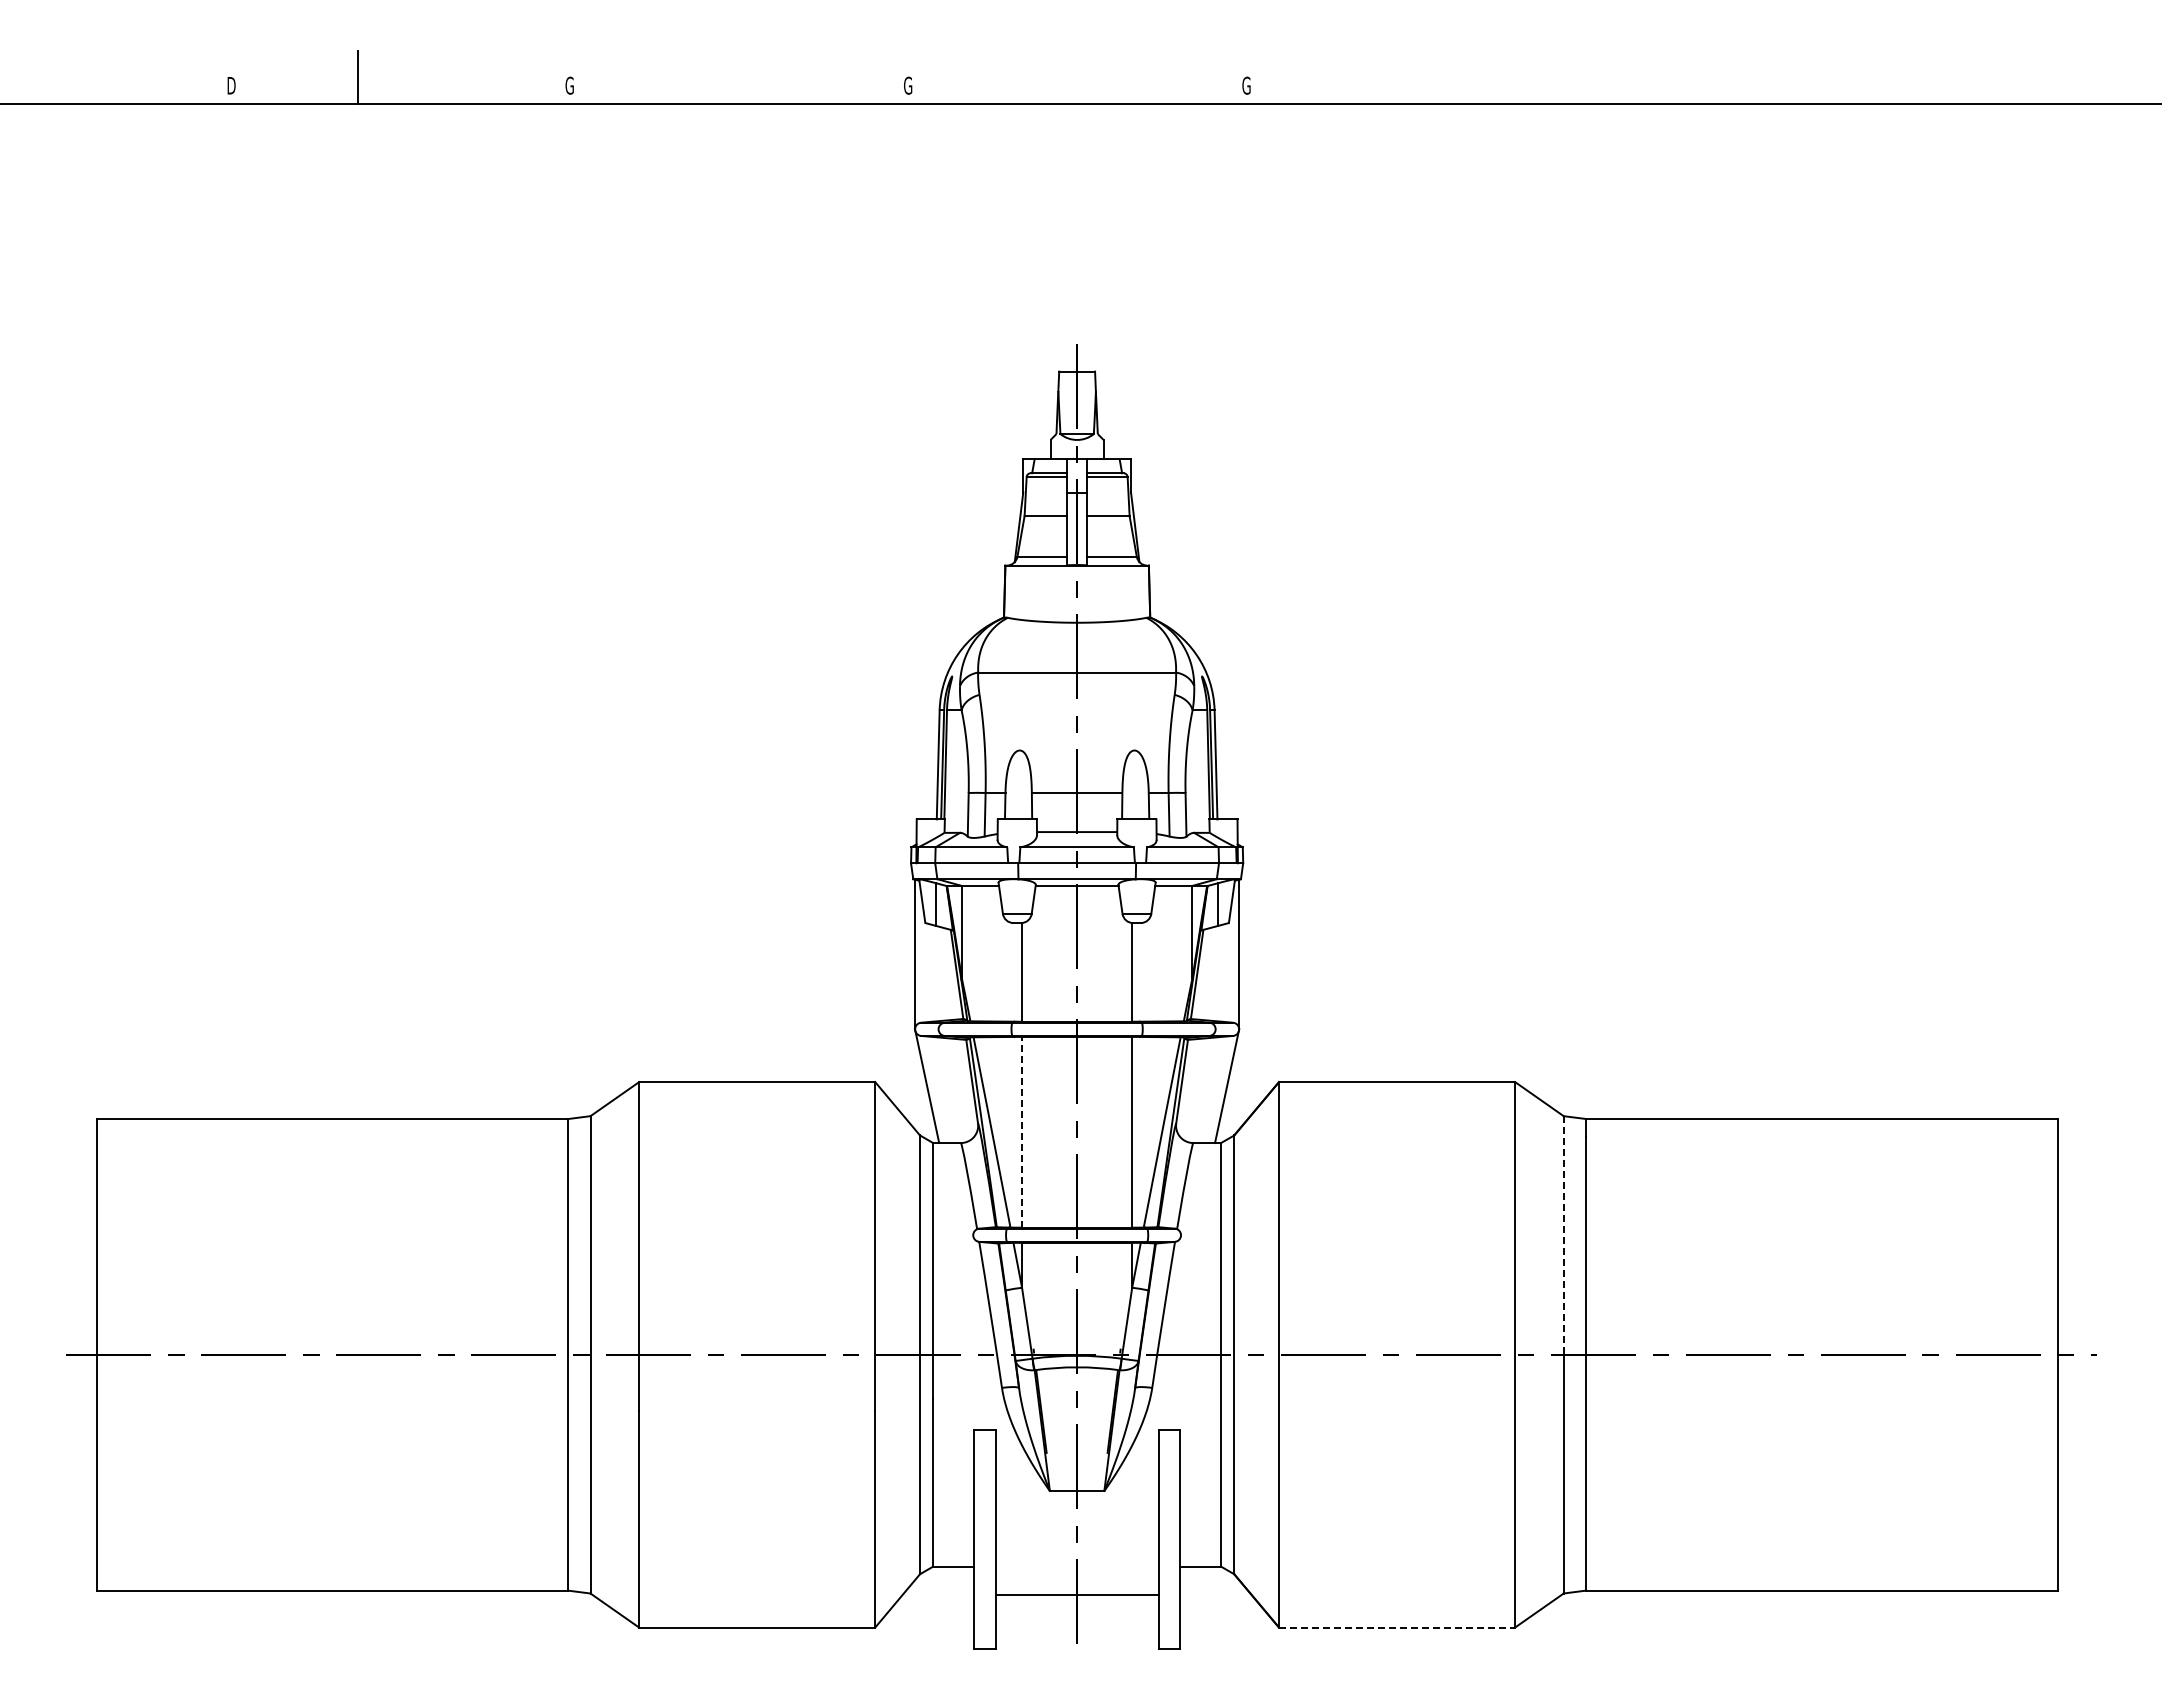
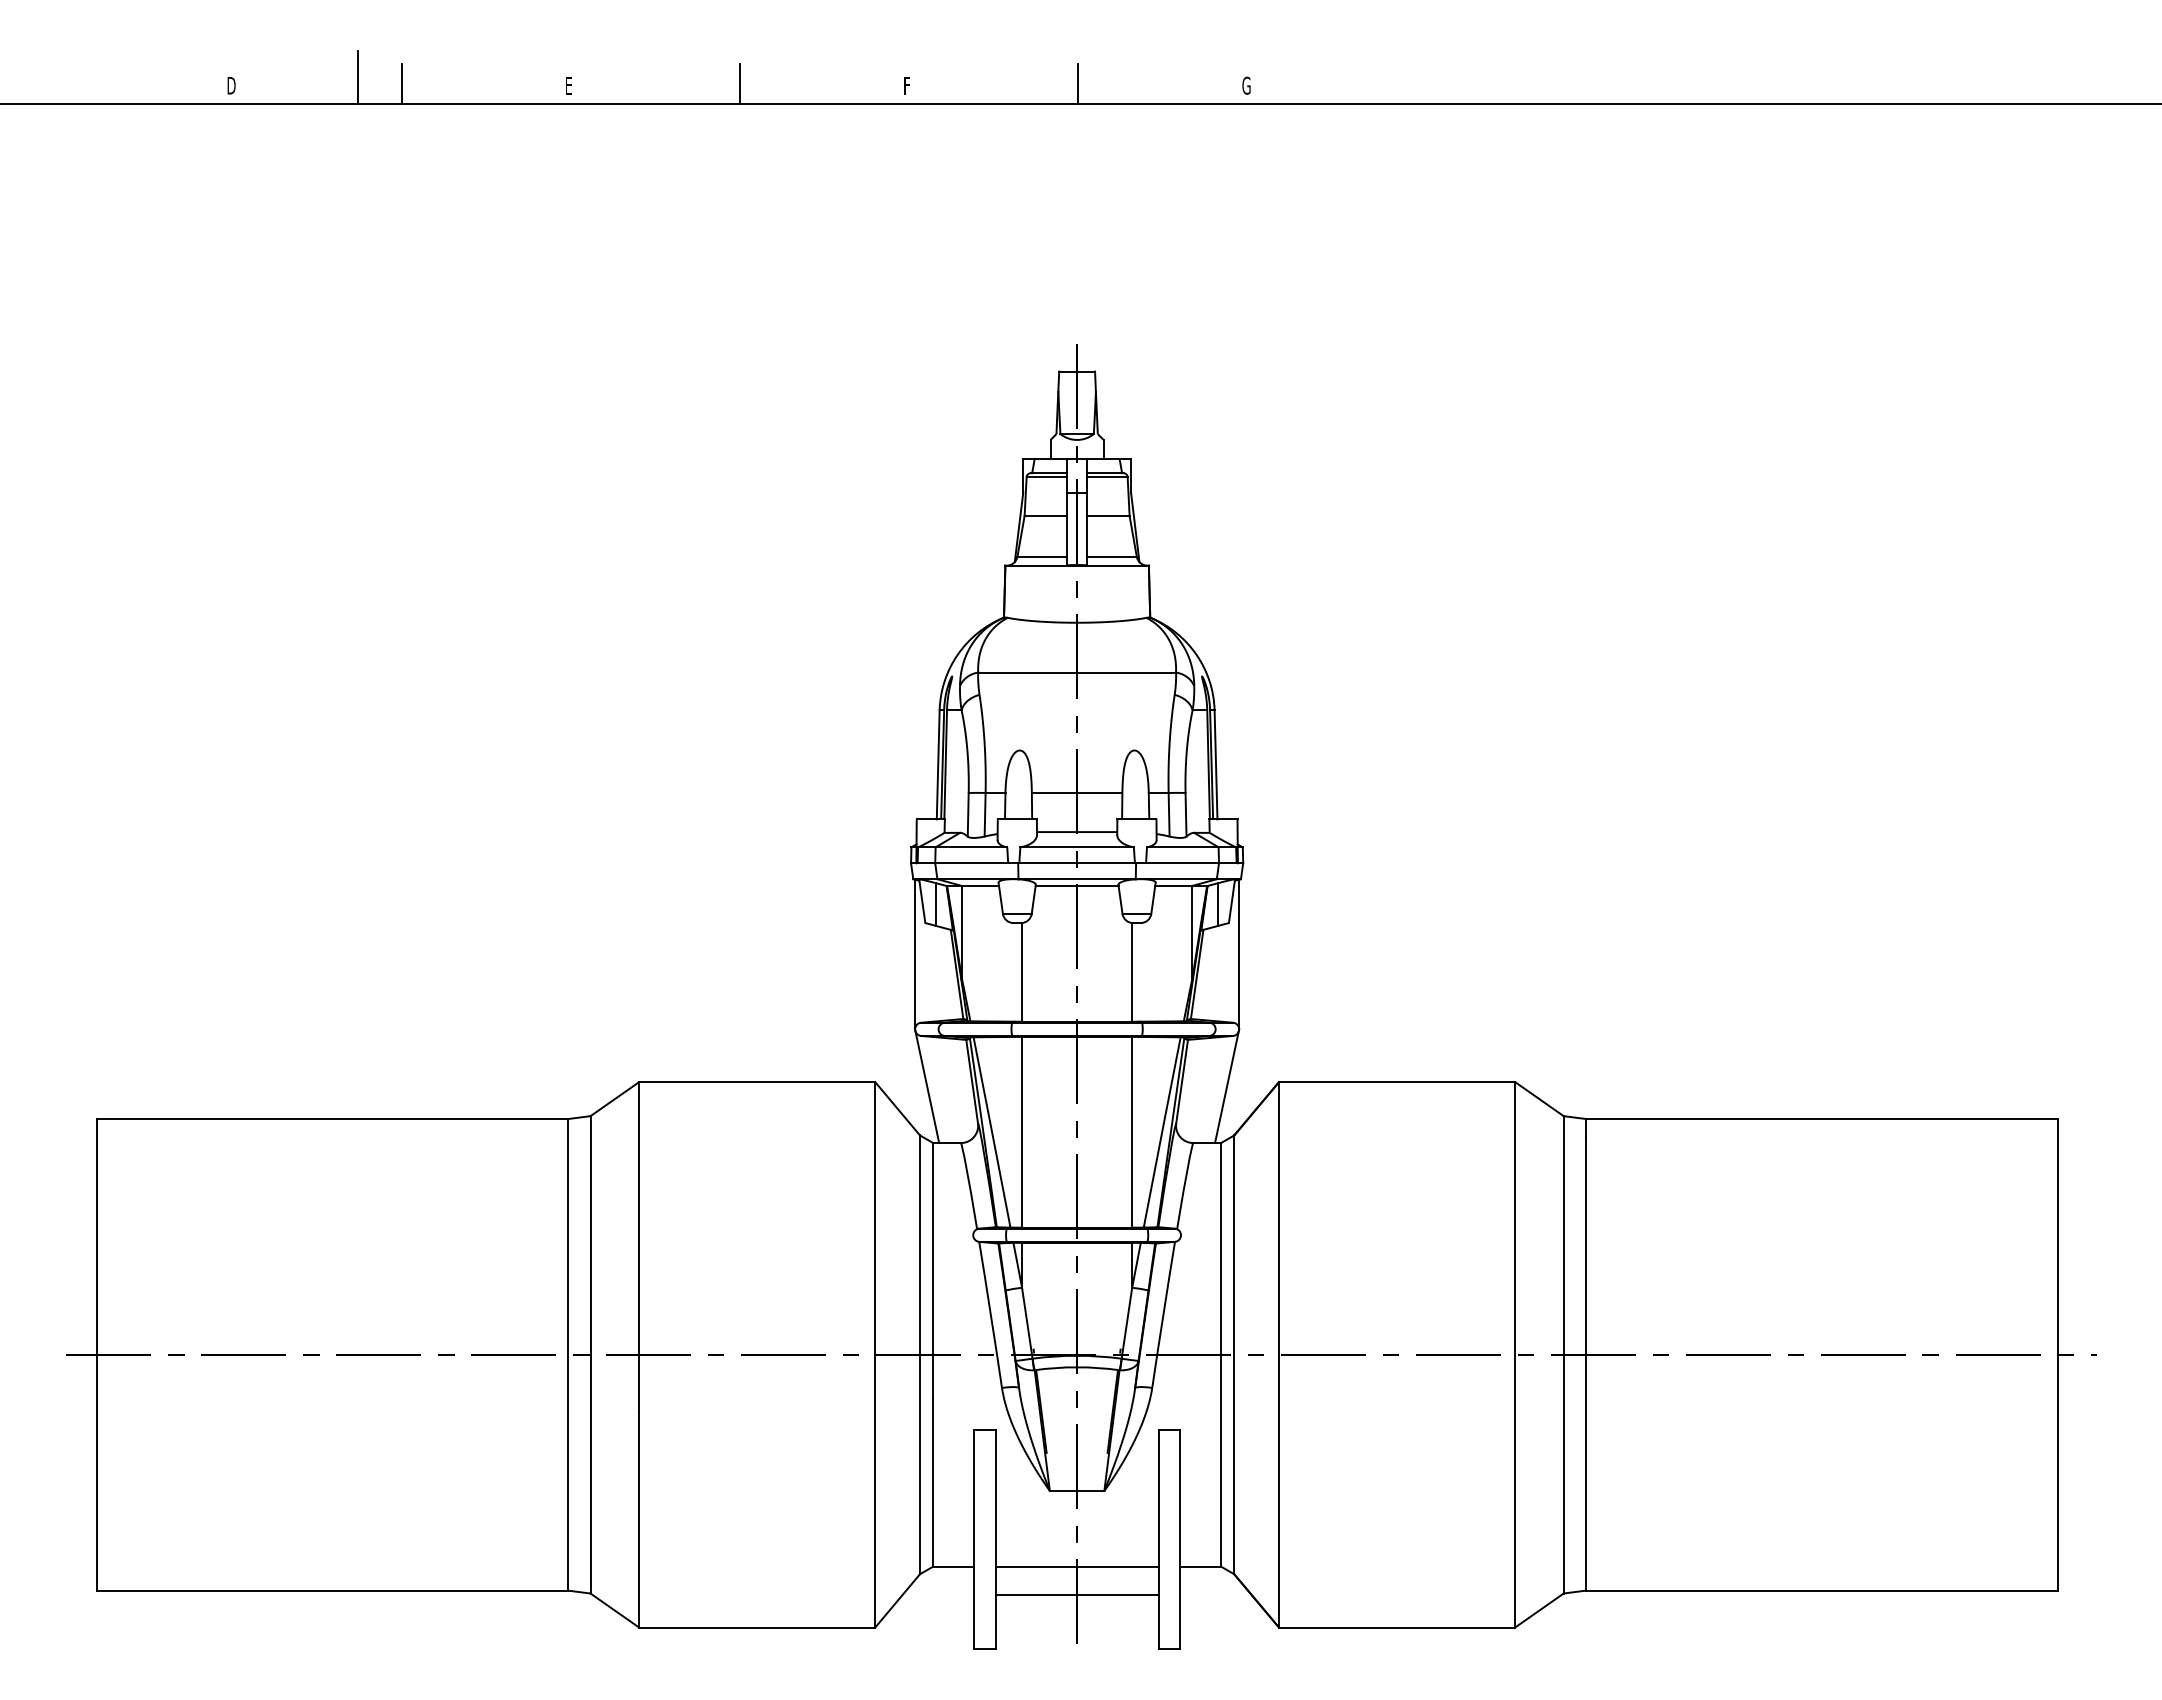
line at (401, 83): none -> present
line at (740, 83): none -> present
line at (1078, 83): none -> present
text at (569, 85): G -> E
text at (908, 85): G -> F
line at (1022, 1131): dashed -> solid
line at (1563, 1236): dashed -> solid
line at (1076, 1566): none -> present
line at (1397, 1627): dashed -> solid
